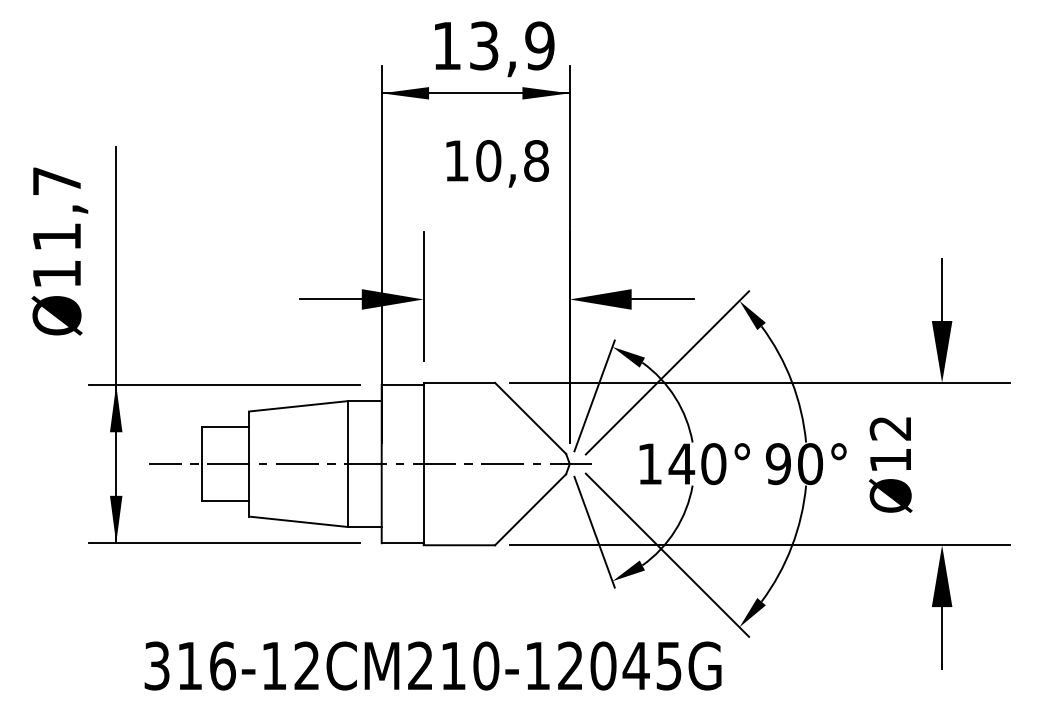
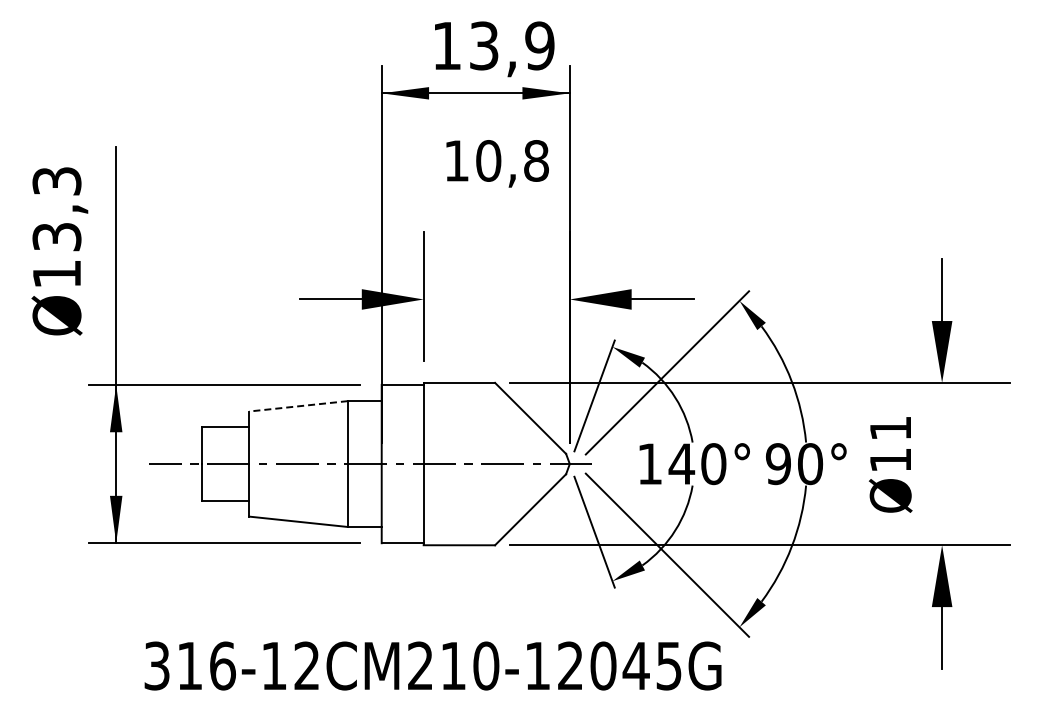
text at (56, 209): Ø11,7 -> Ø13,3
line at (298, 406): solid -> dashed
text at (889, 428): Ø12 -> Ø11
